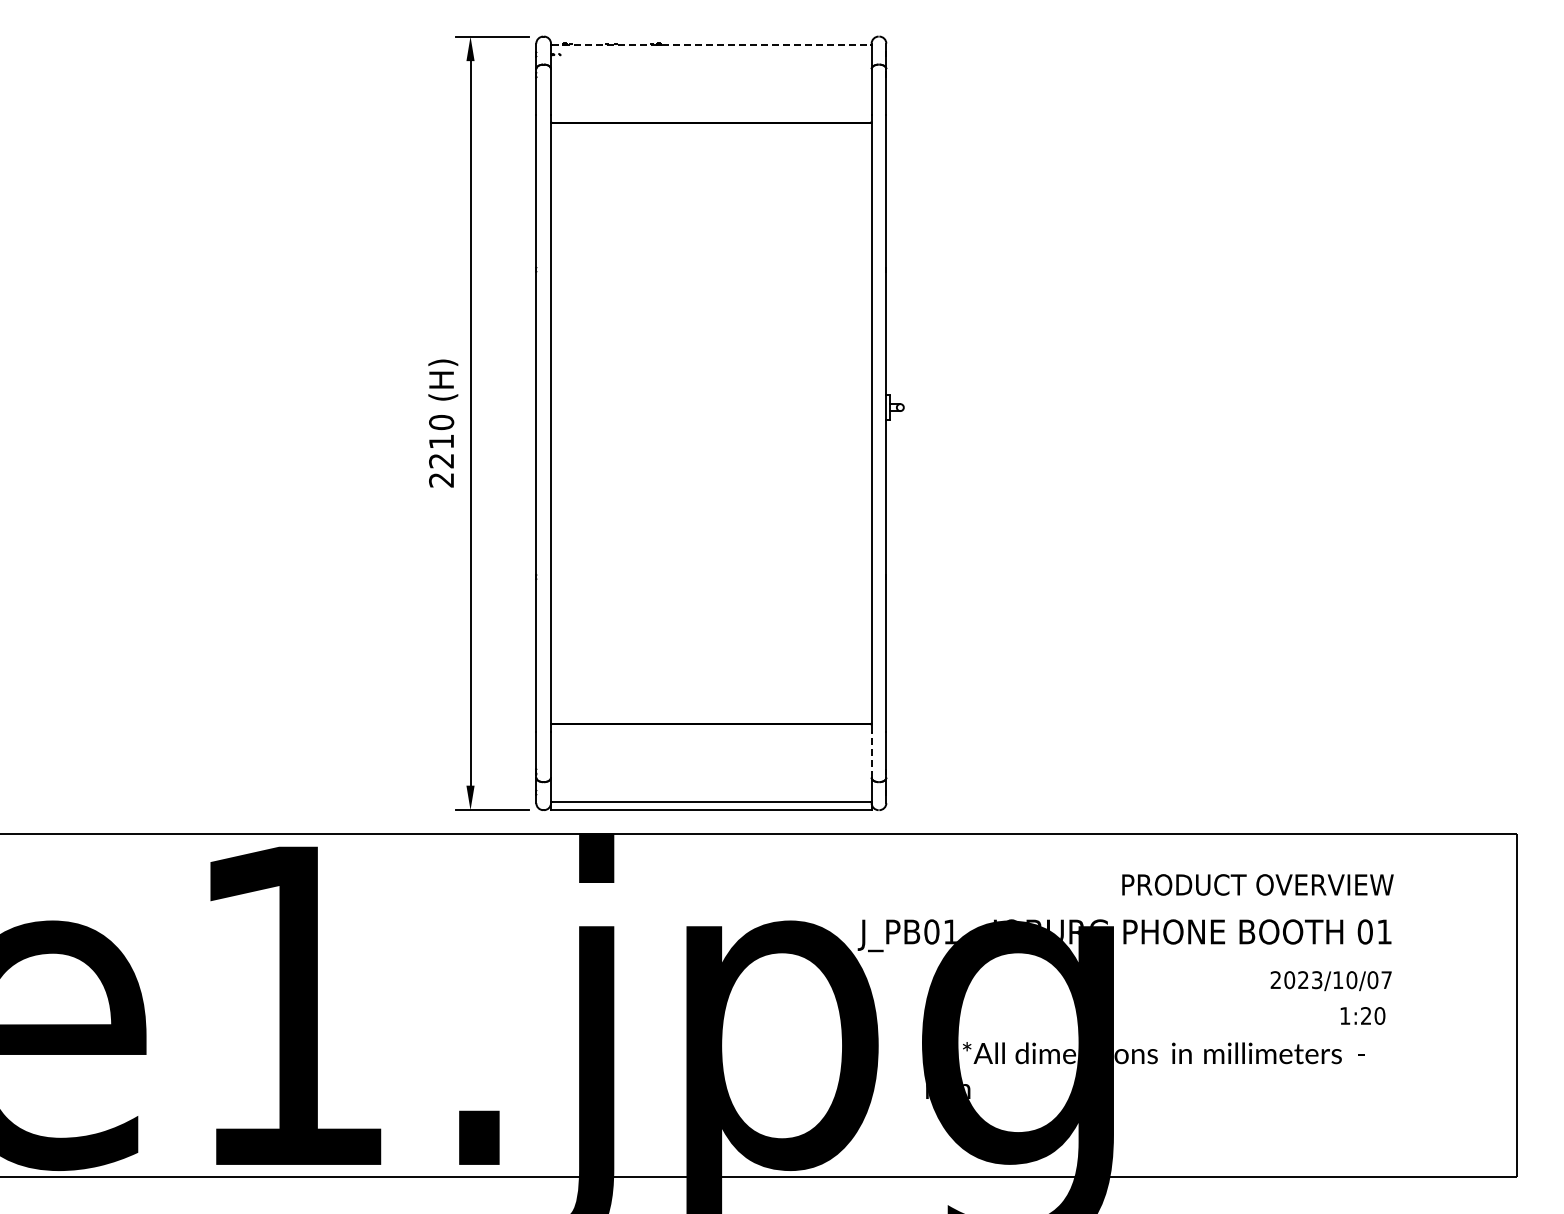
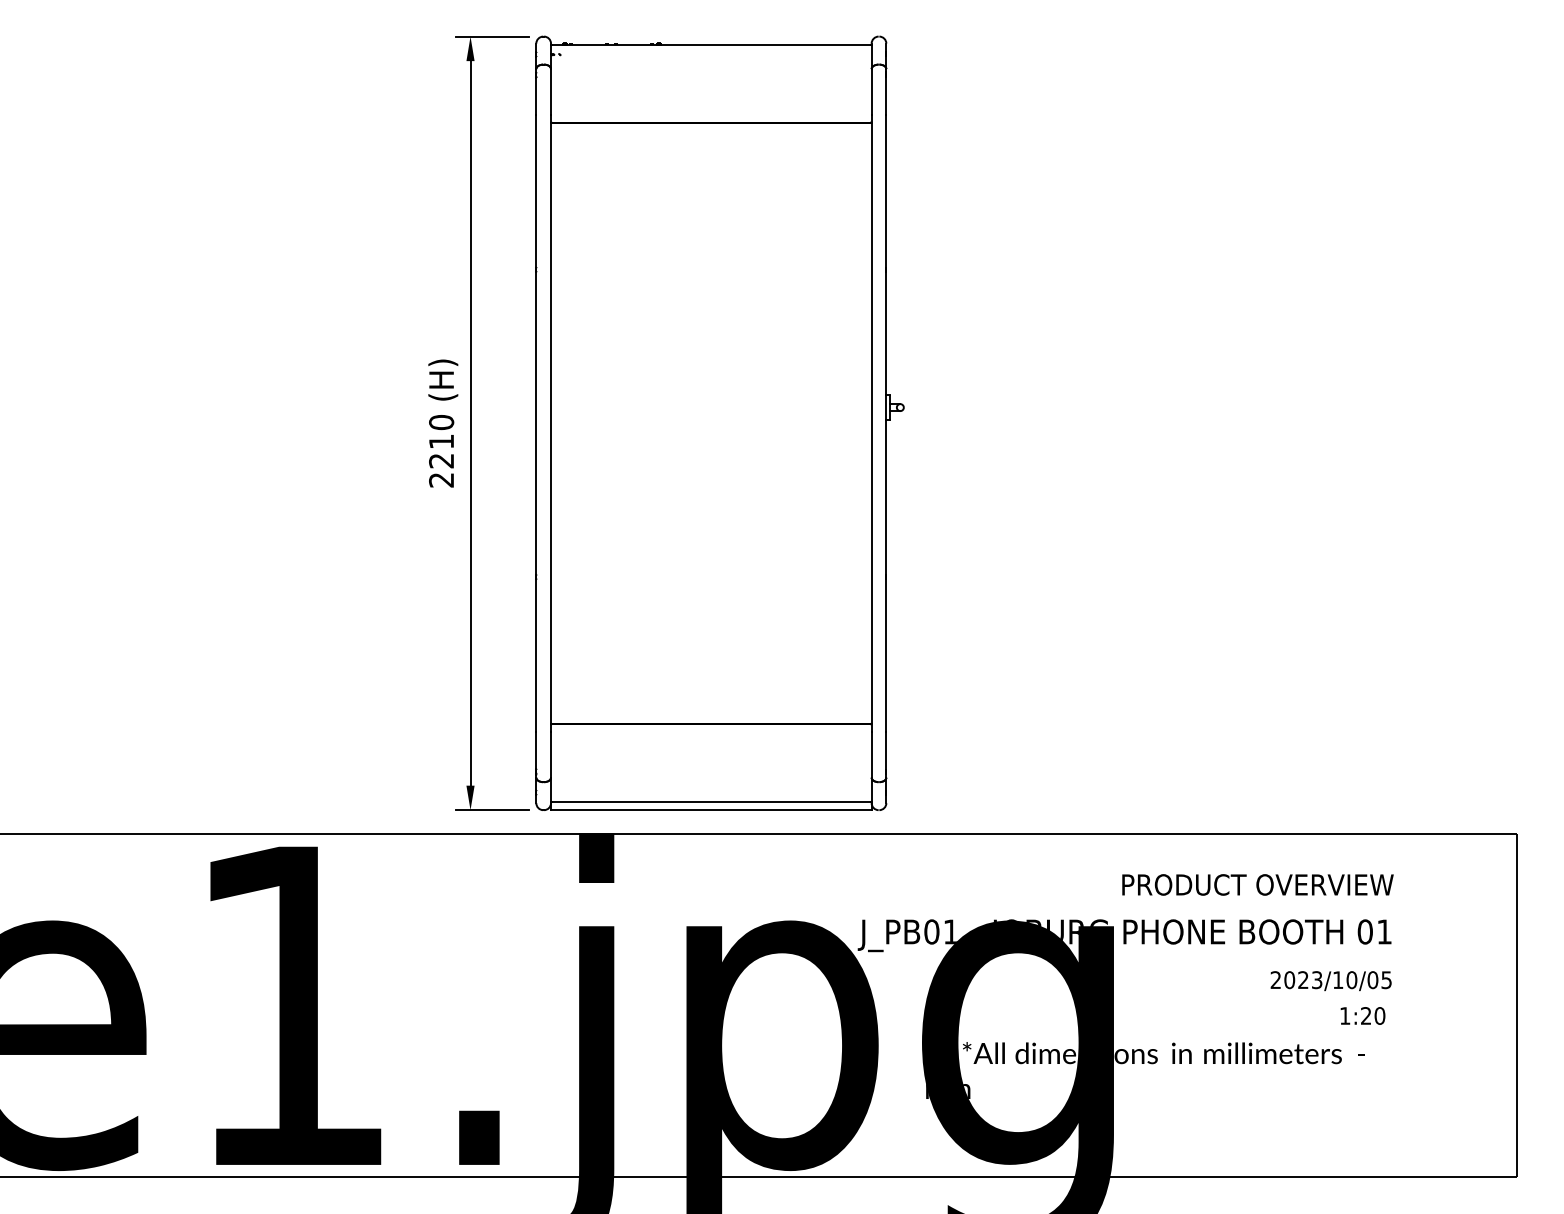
line at (711, 44): dashed -> solid
line at (871, 754): dashed -> solid
text at (1386, 980): 2023/10/07 -> 2023/10/05
